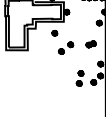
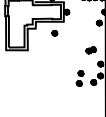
part at (90, 44) position: (90, 44) -> (90, 50)
part at (65, 47): present -> none
